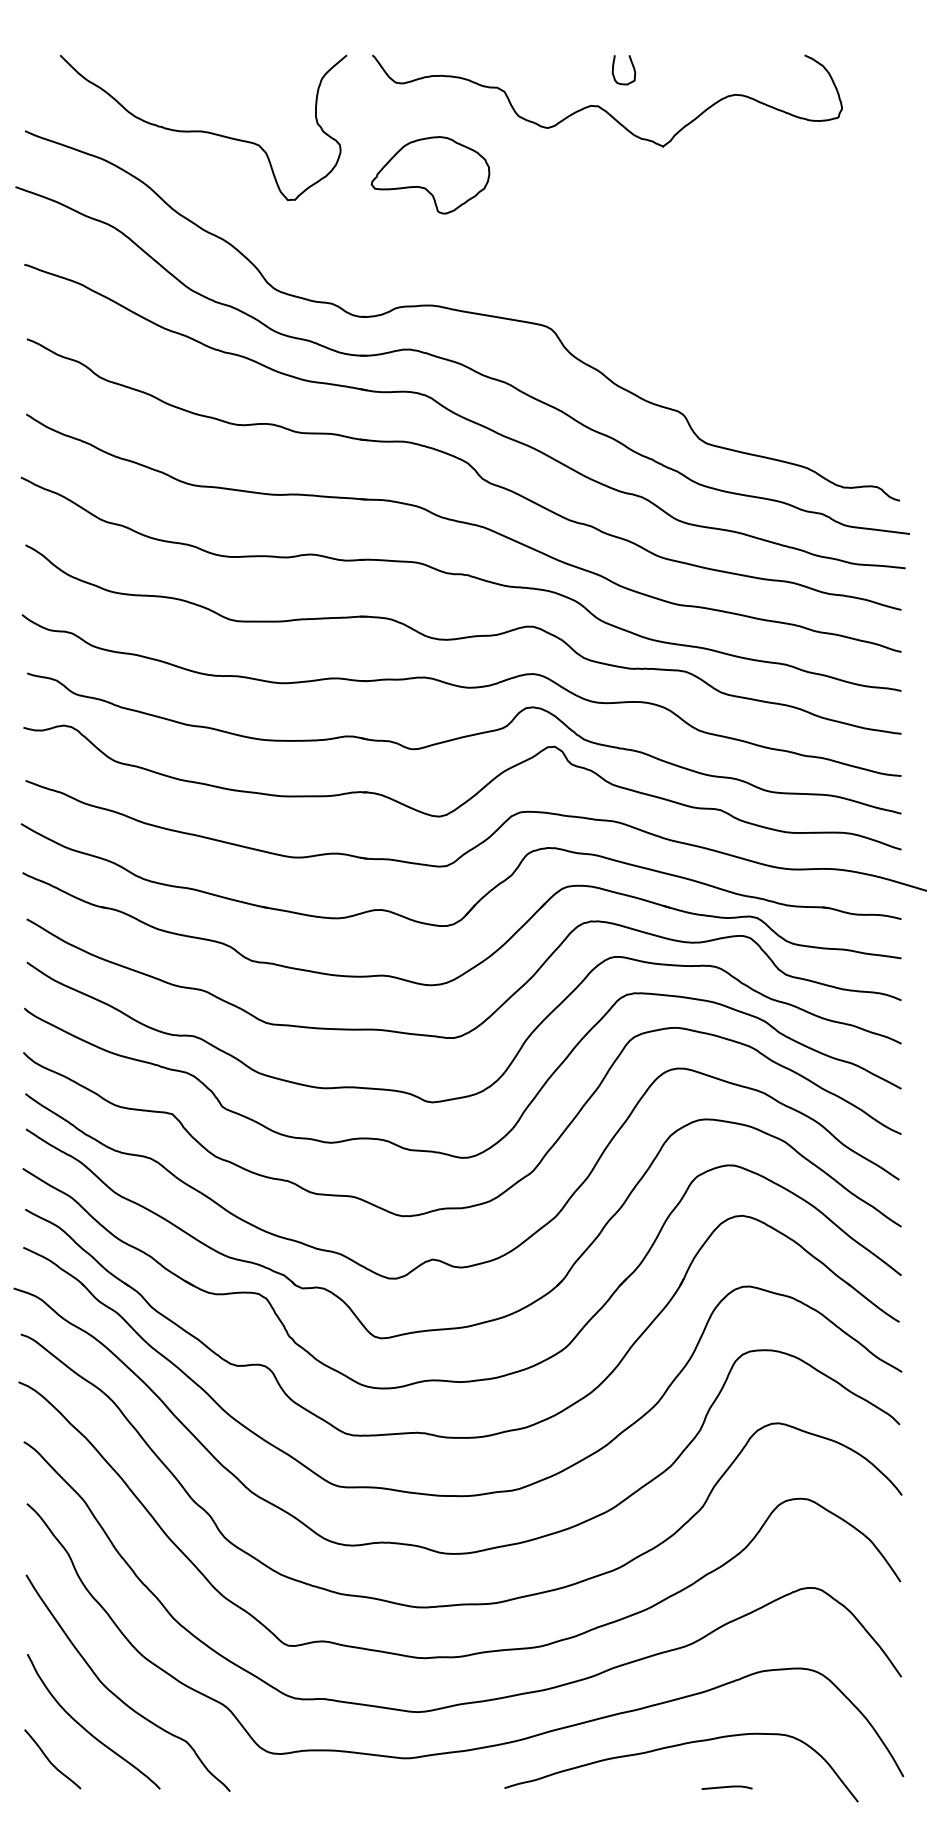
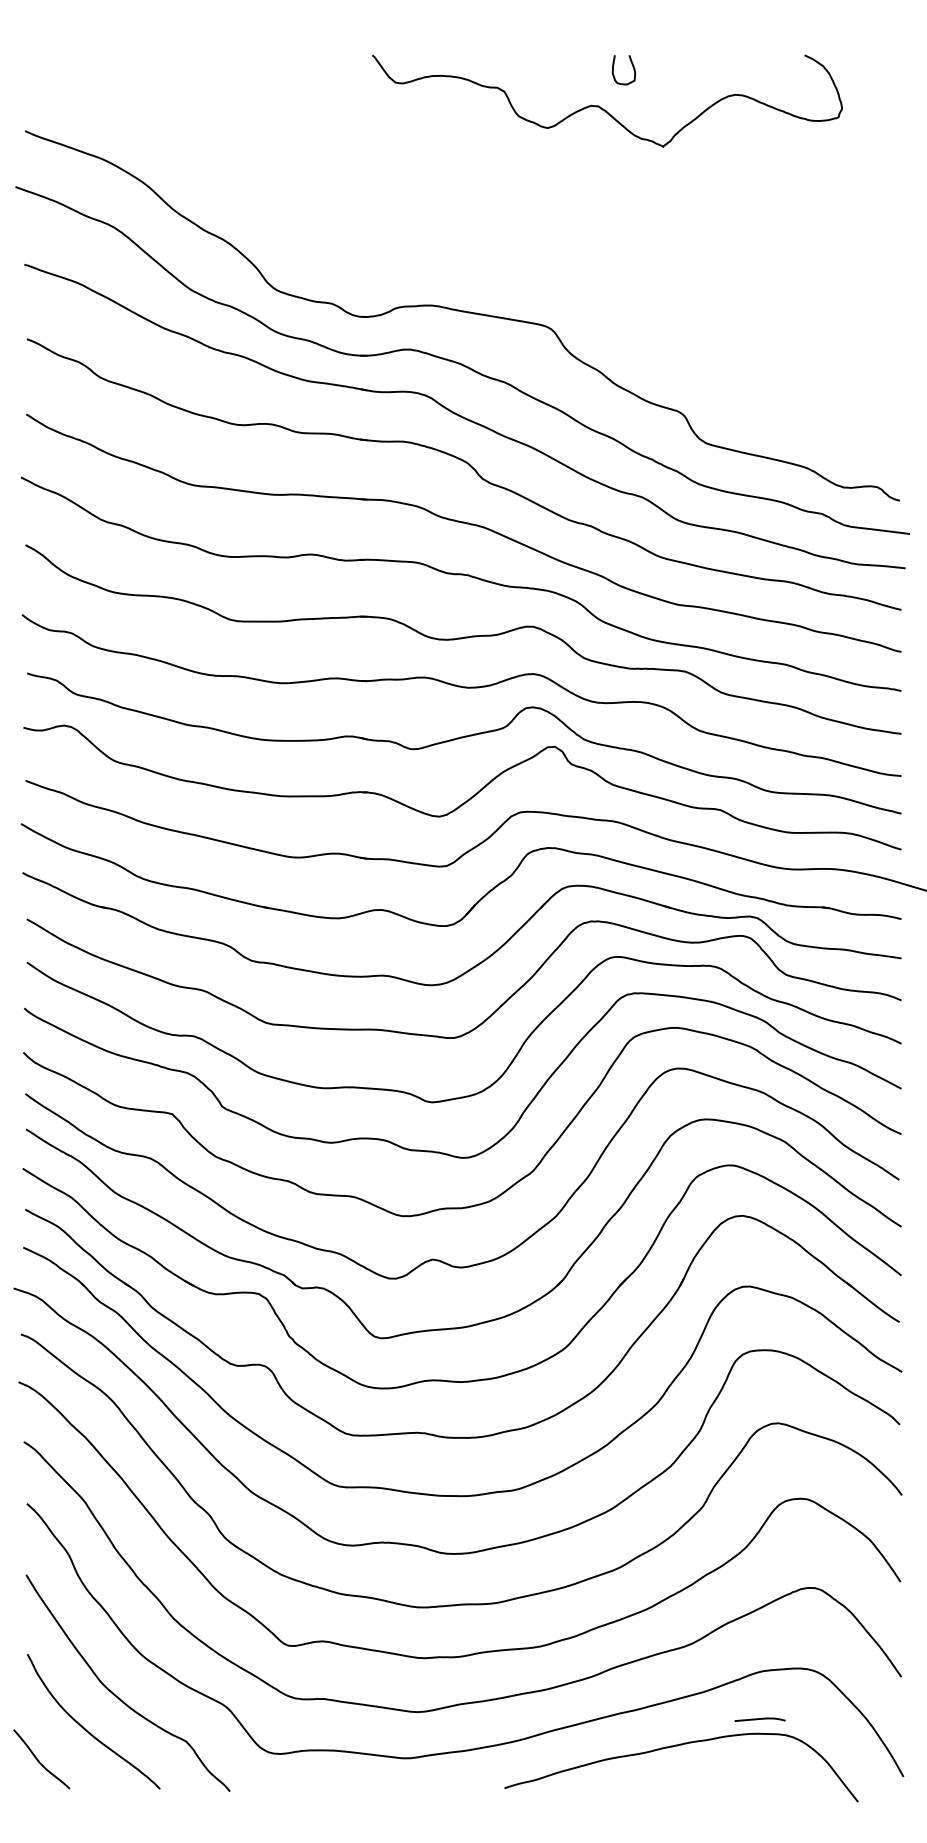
curve at (203, 130): present -> none
part at (430, 175): present -> none
curve at (50, 1760) position: (50, 1760) -> (39, 1760)
curve at (726, 1787) position: (726, 1787) -> (759, 1719)
